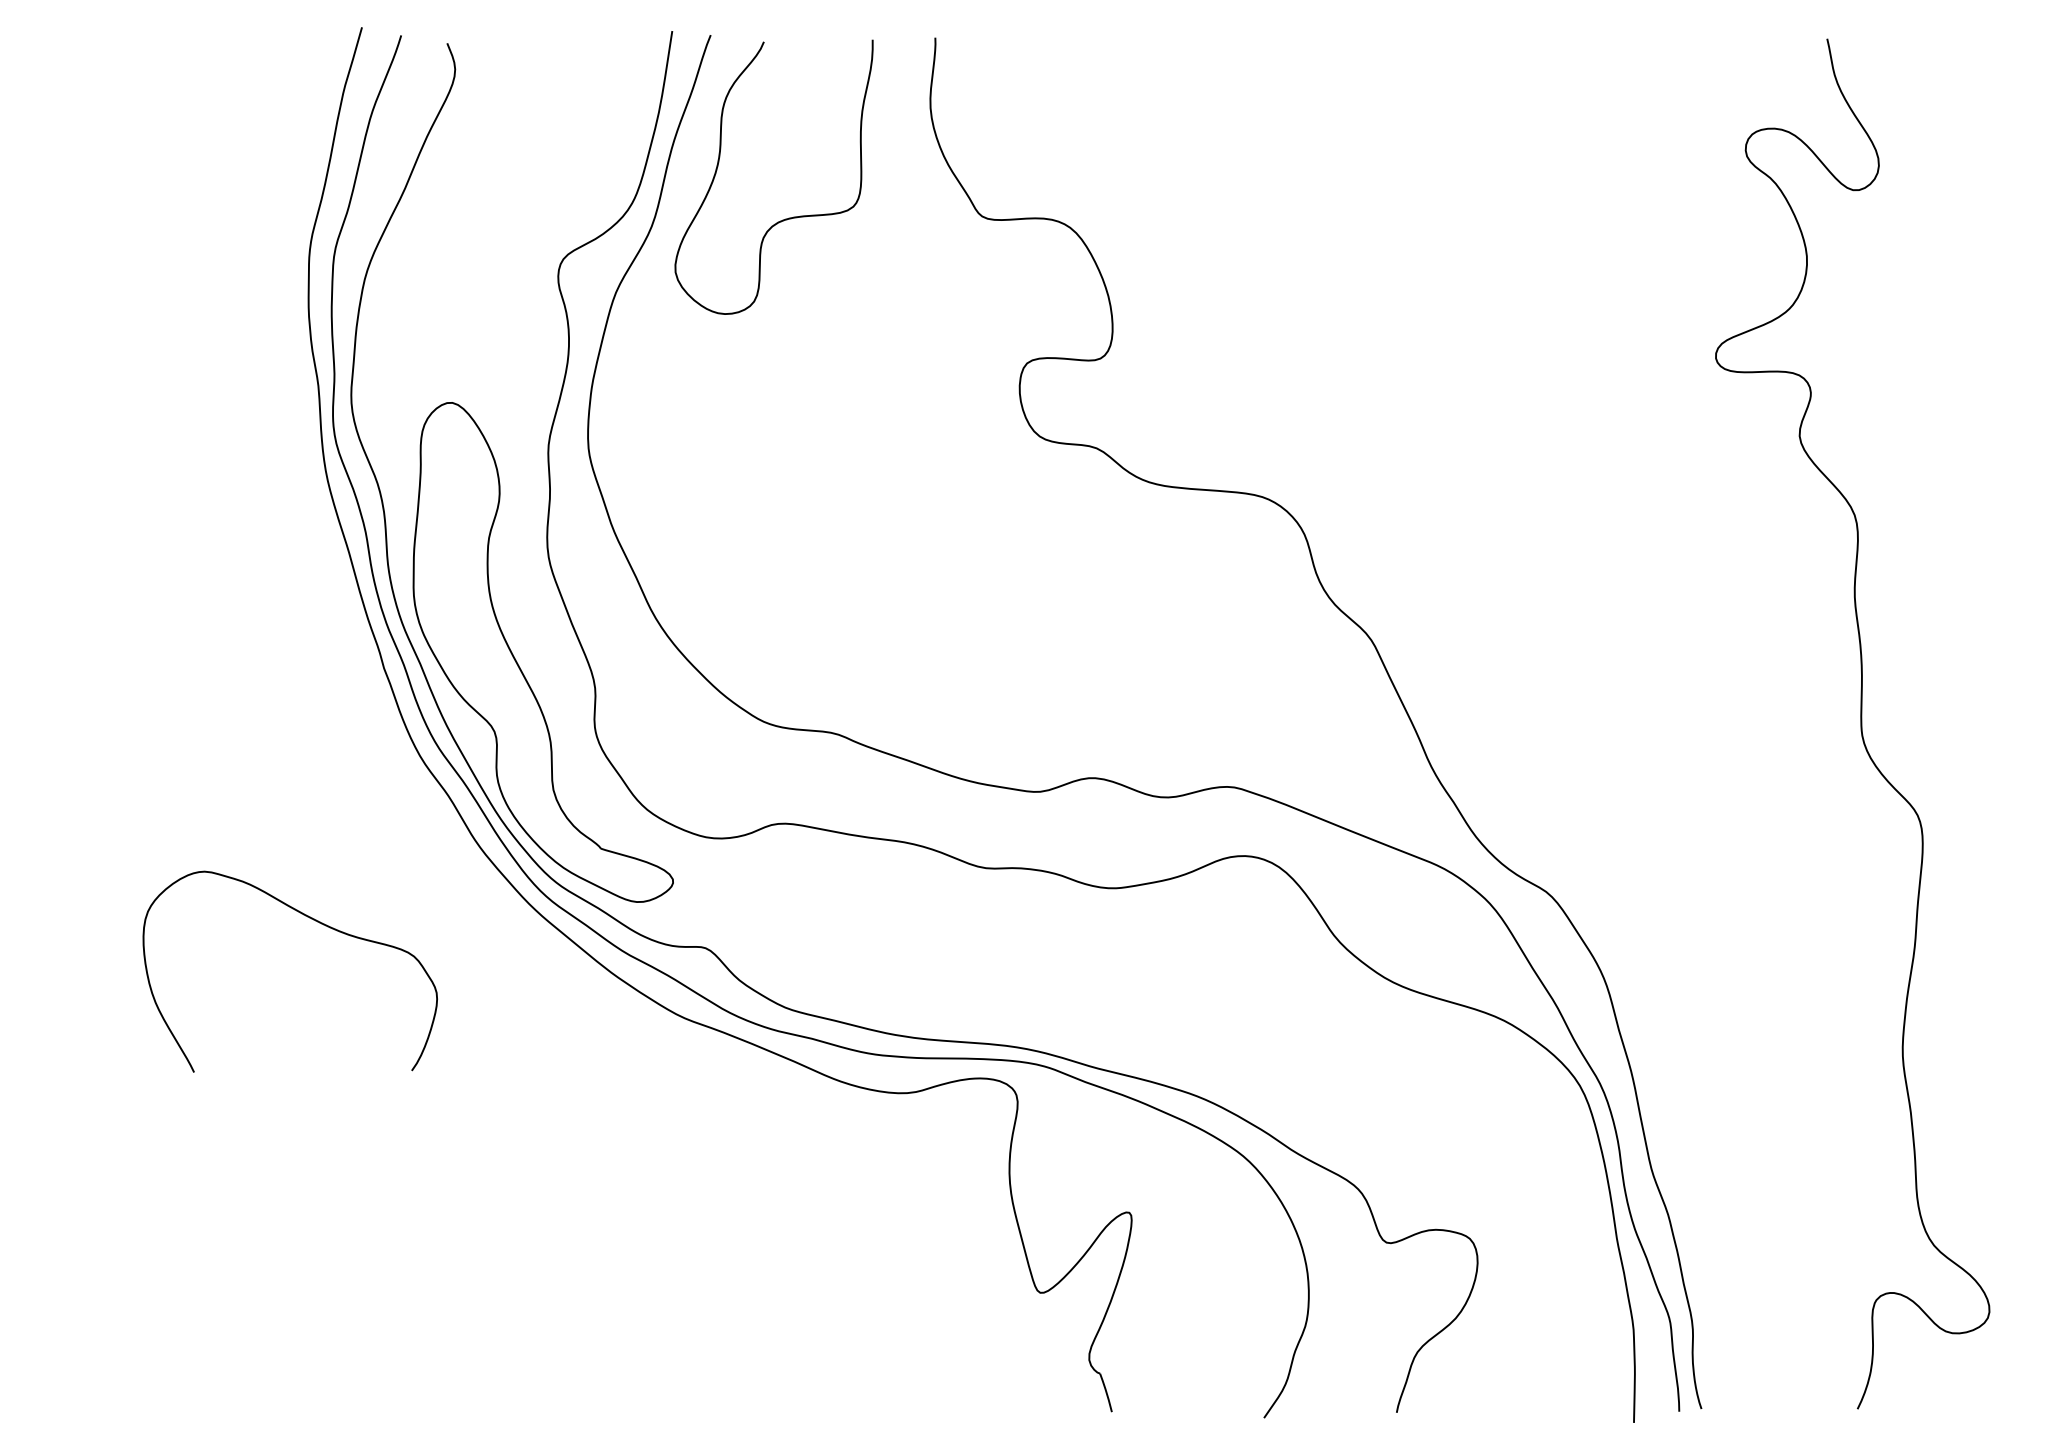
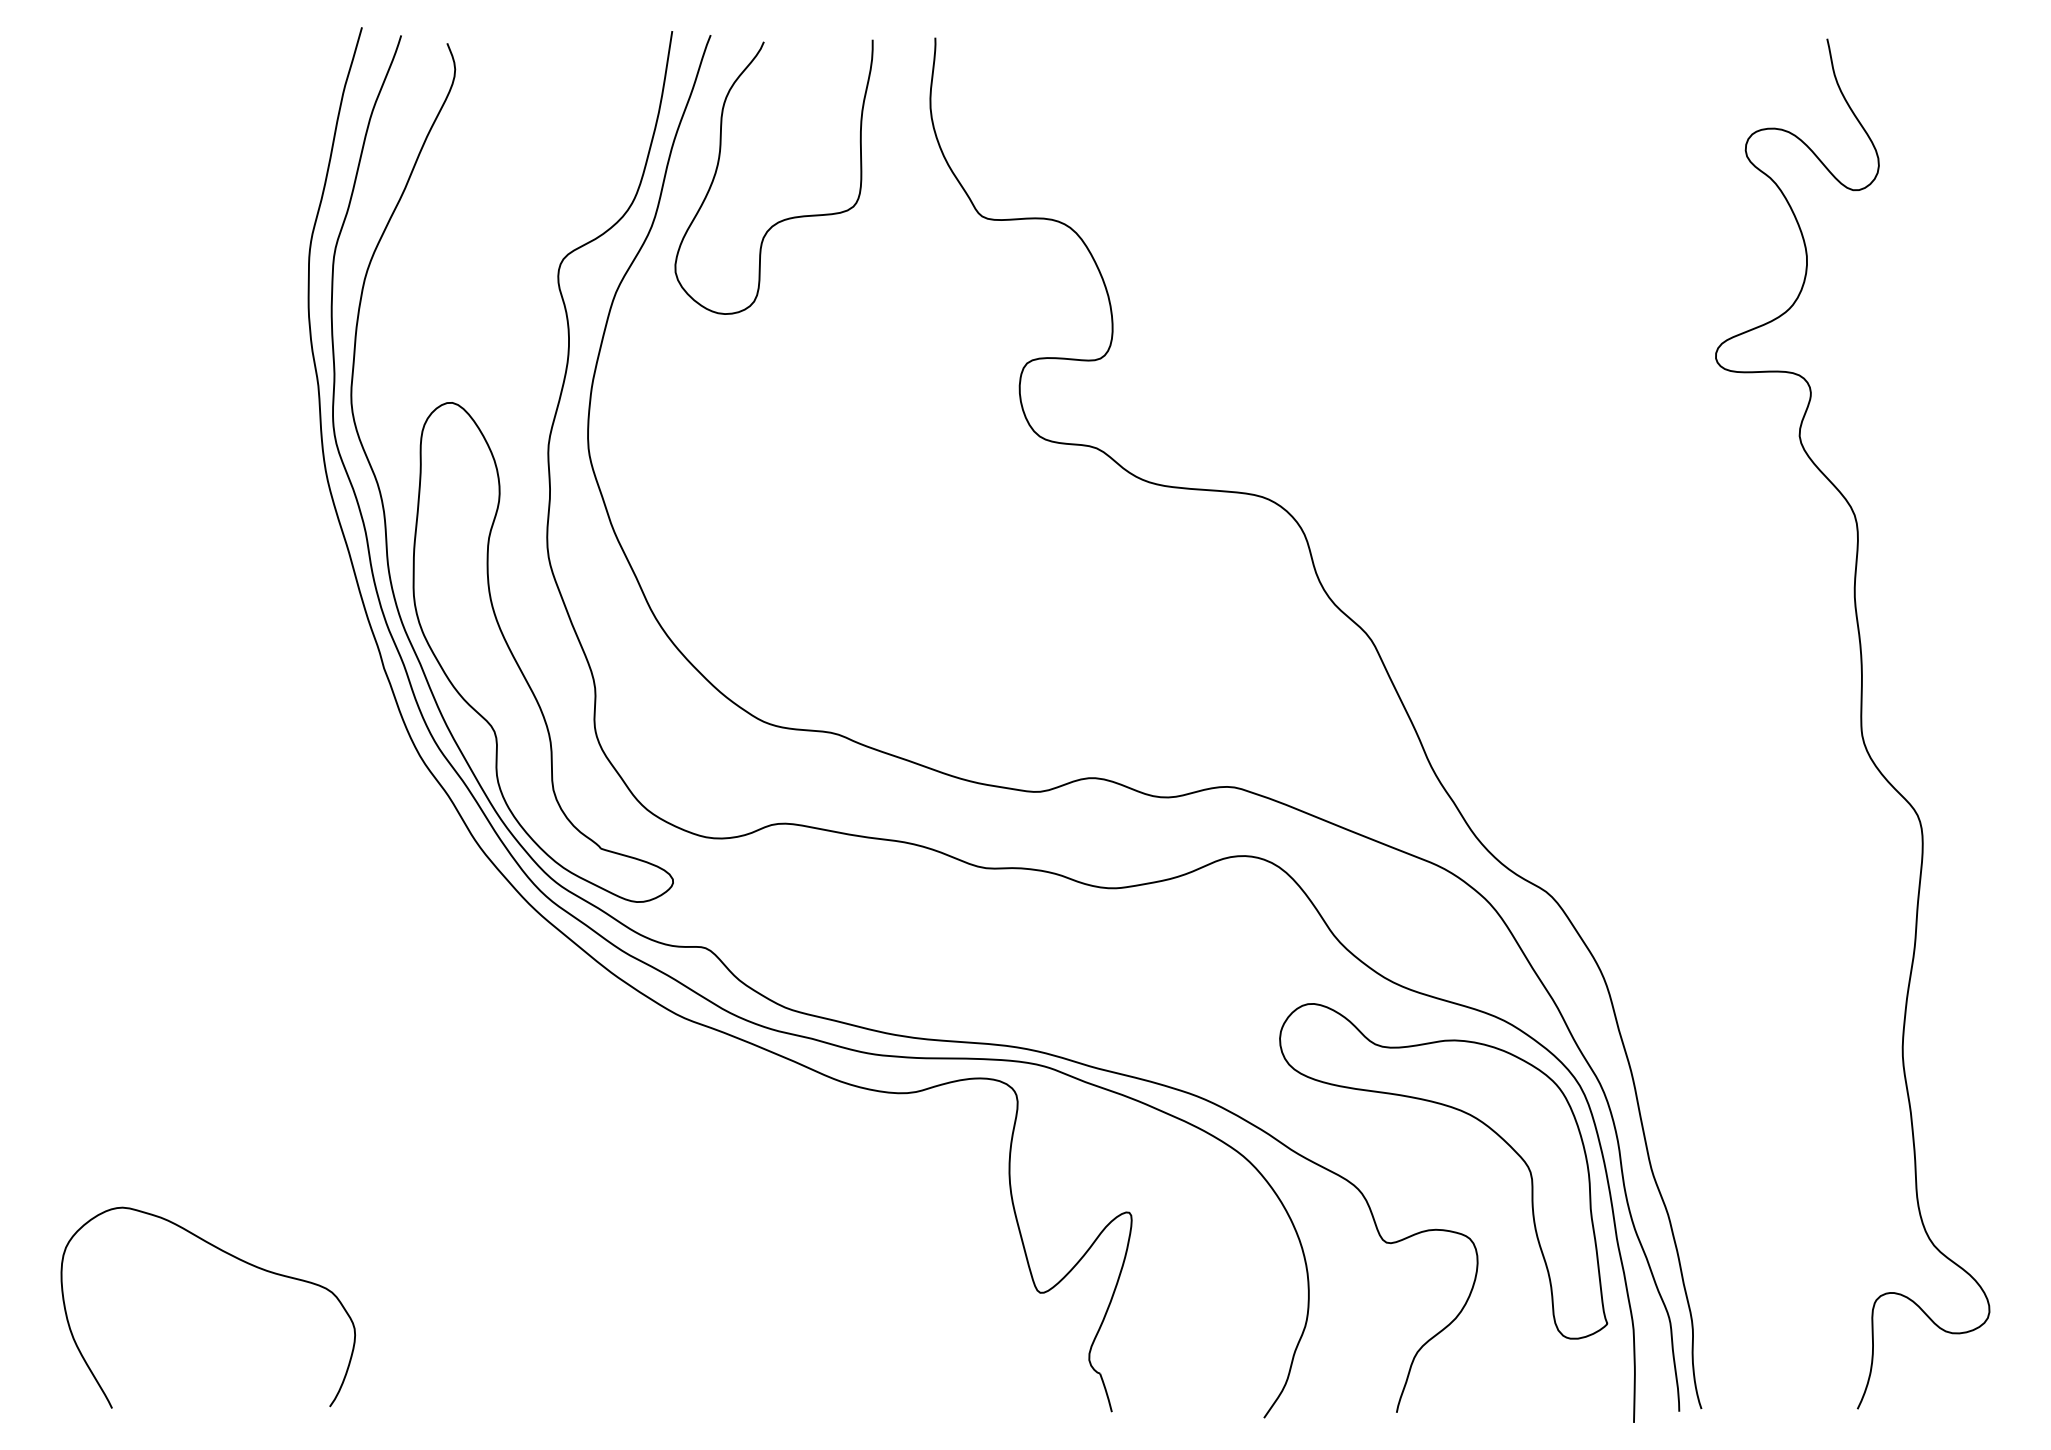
curve at (315, 921) position: (315, 921) -> (233, 1257)
part at (1470, 1116): none -> present
